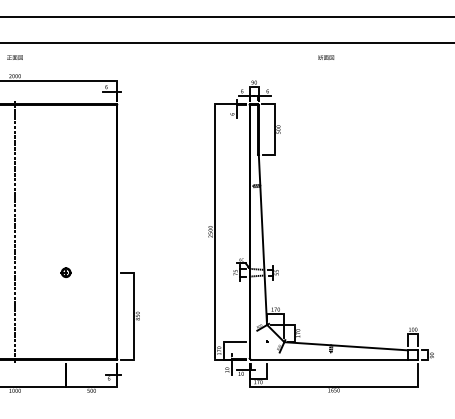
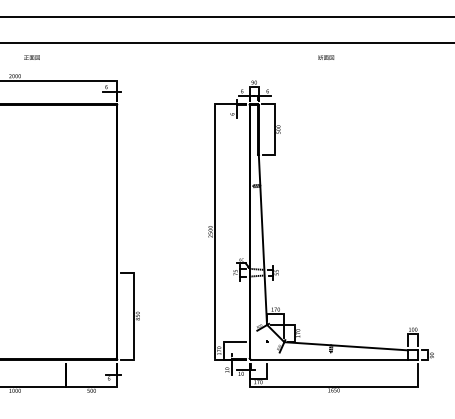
text at (14, 57) position: (14, 57) -> (31, 57)
line at (15, 231): present -> none
part at (65, 272): present -> none
